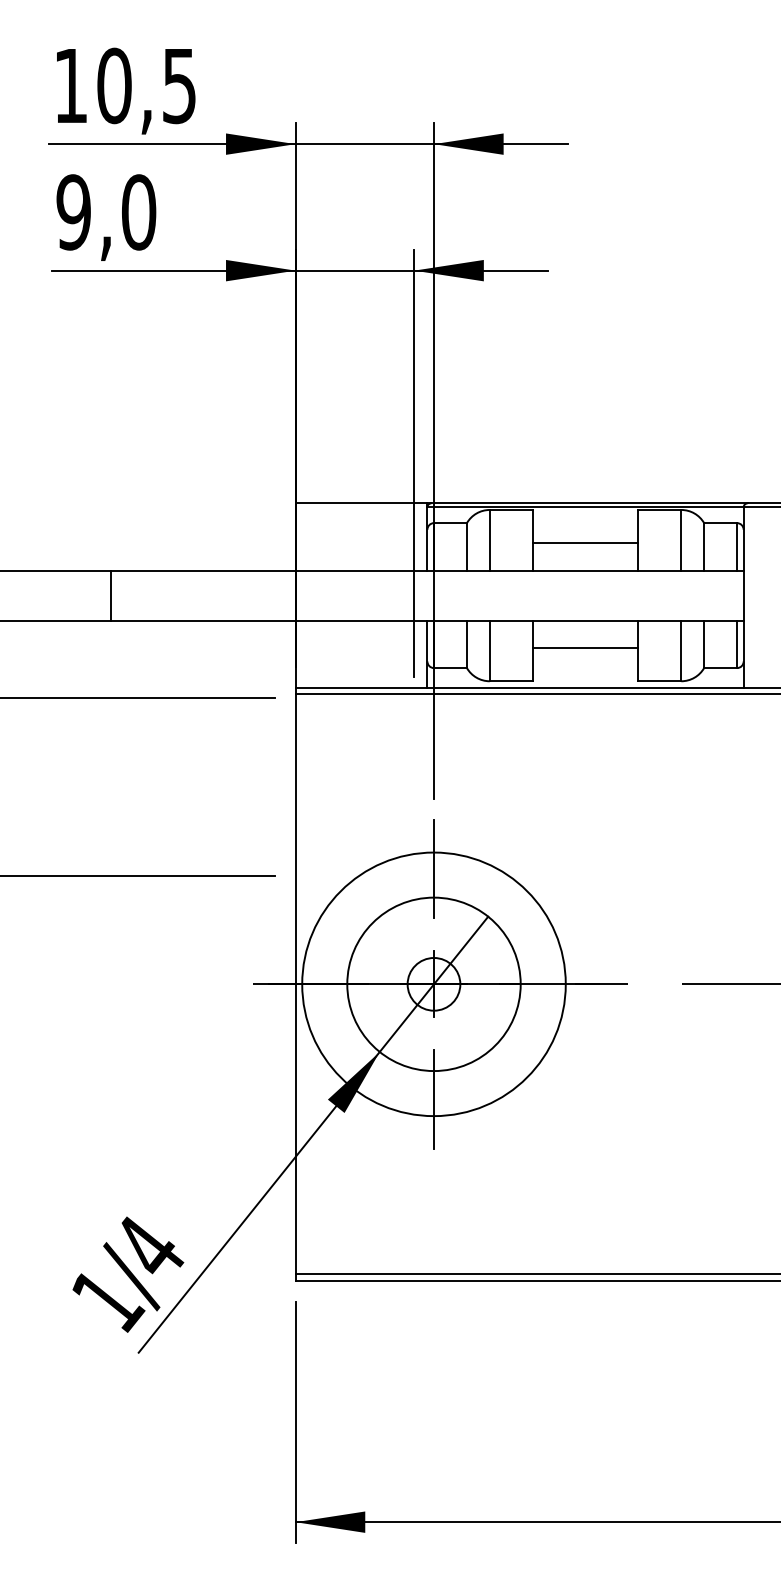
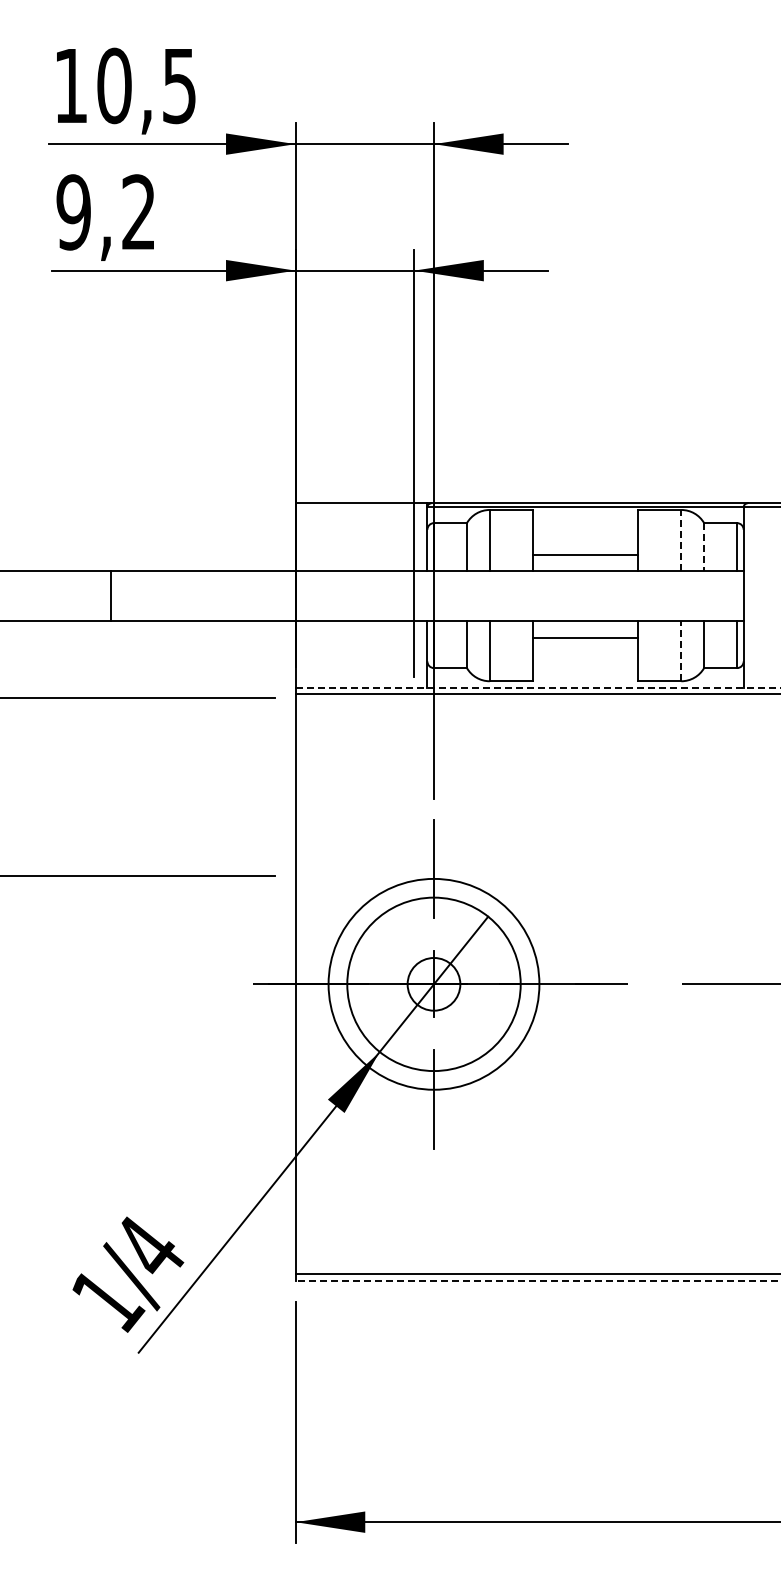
text at (139, 212): 9,0 -> 9,2
line at (681, 539): solid -> dashed
line at (585, 542) position: (585, 542) -> (585, 554)
line at (704, 546): solid -> dashed
line at (585, 648) position: (585, 648) -> (585, 638)
line at (681, 650): solid -> dashed
line at (538, 687): solid -> dashed
circle at (433, 984) diameter: 264 px -> 211 px
line at (537, 1280): solid -> dashed
